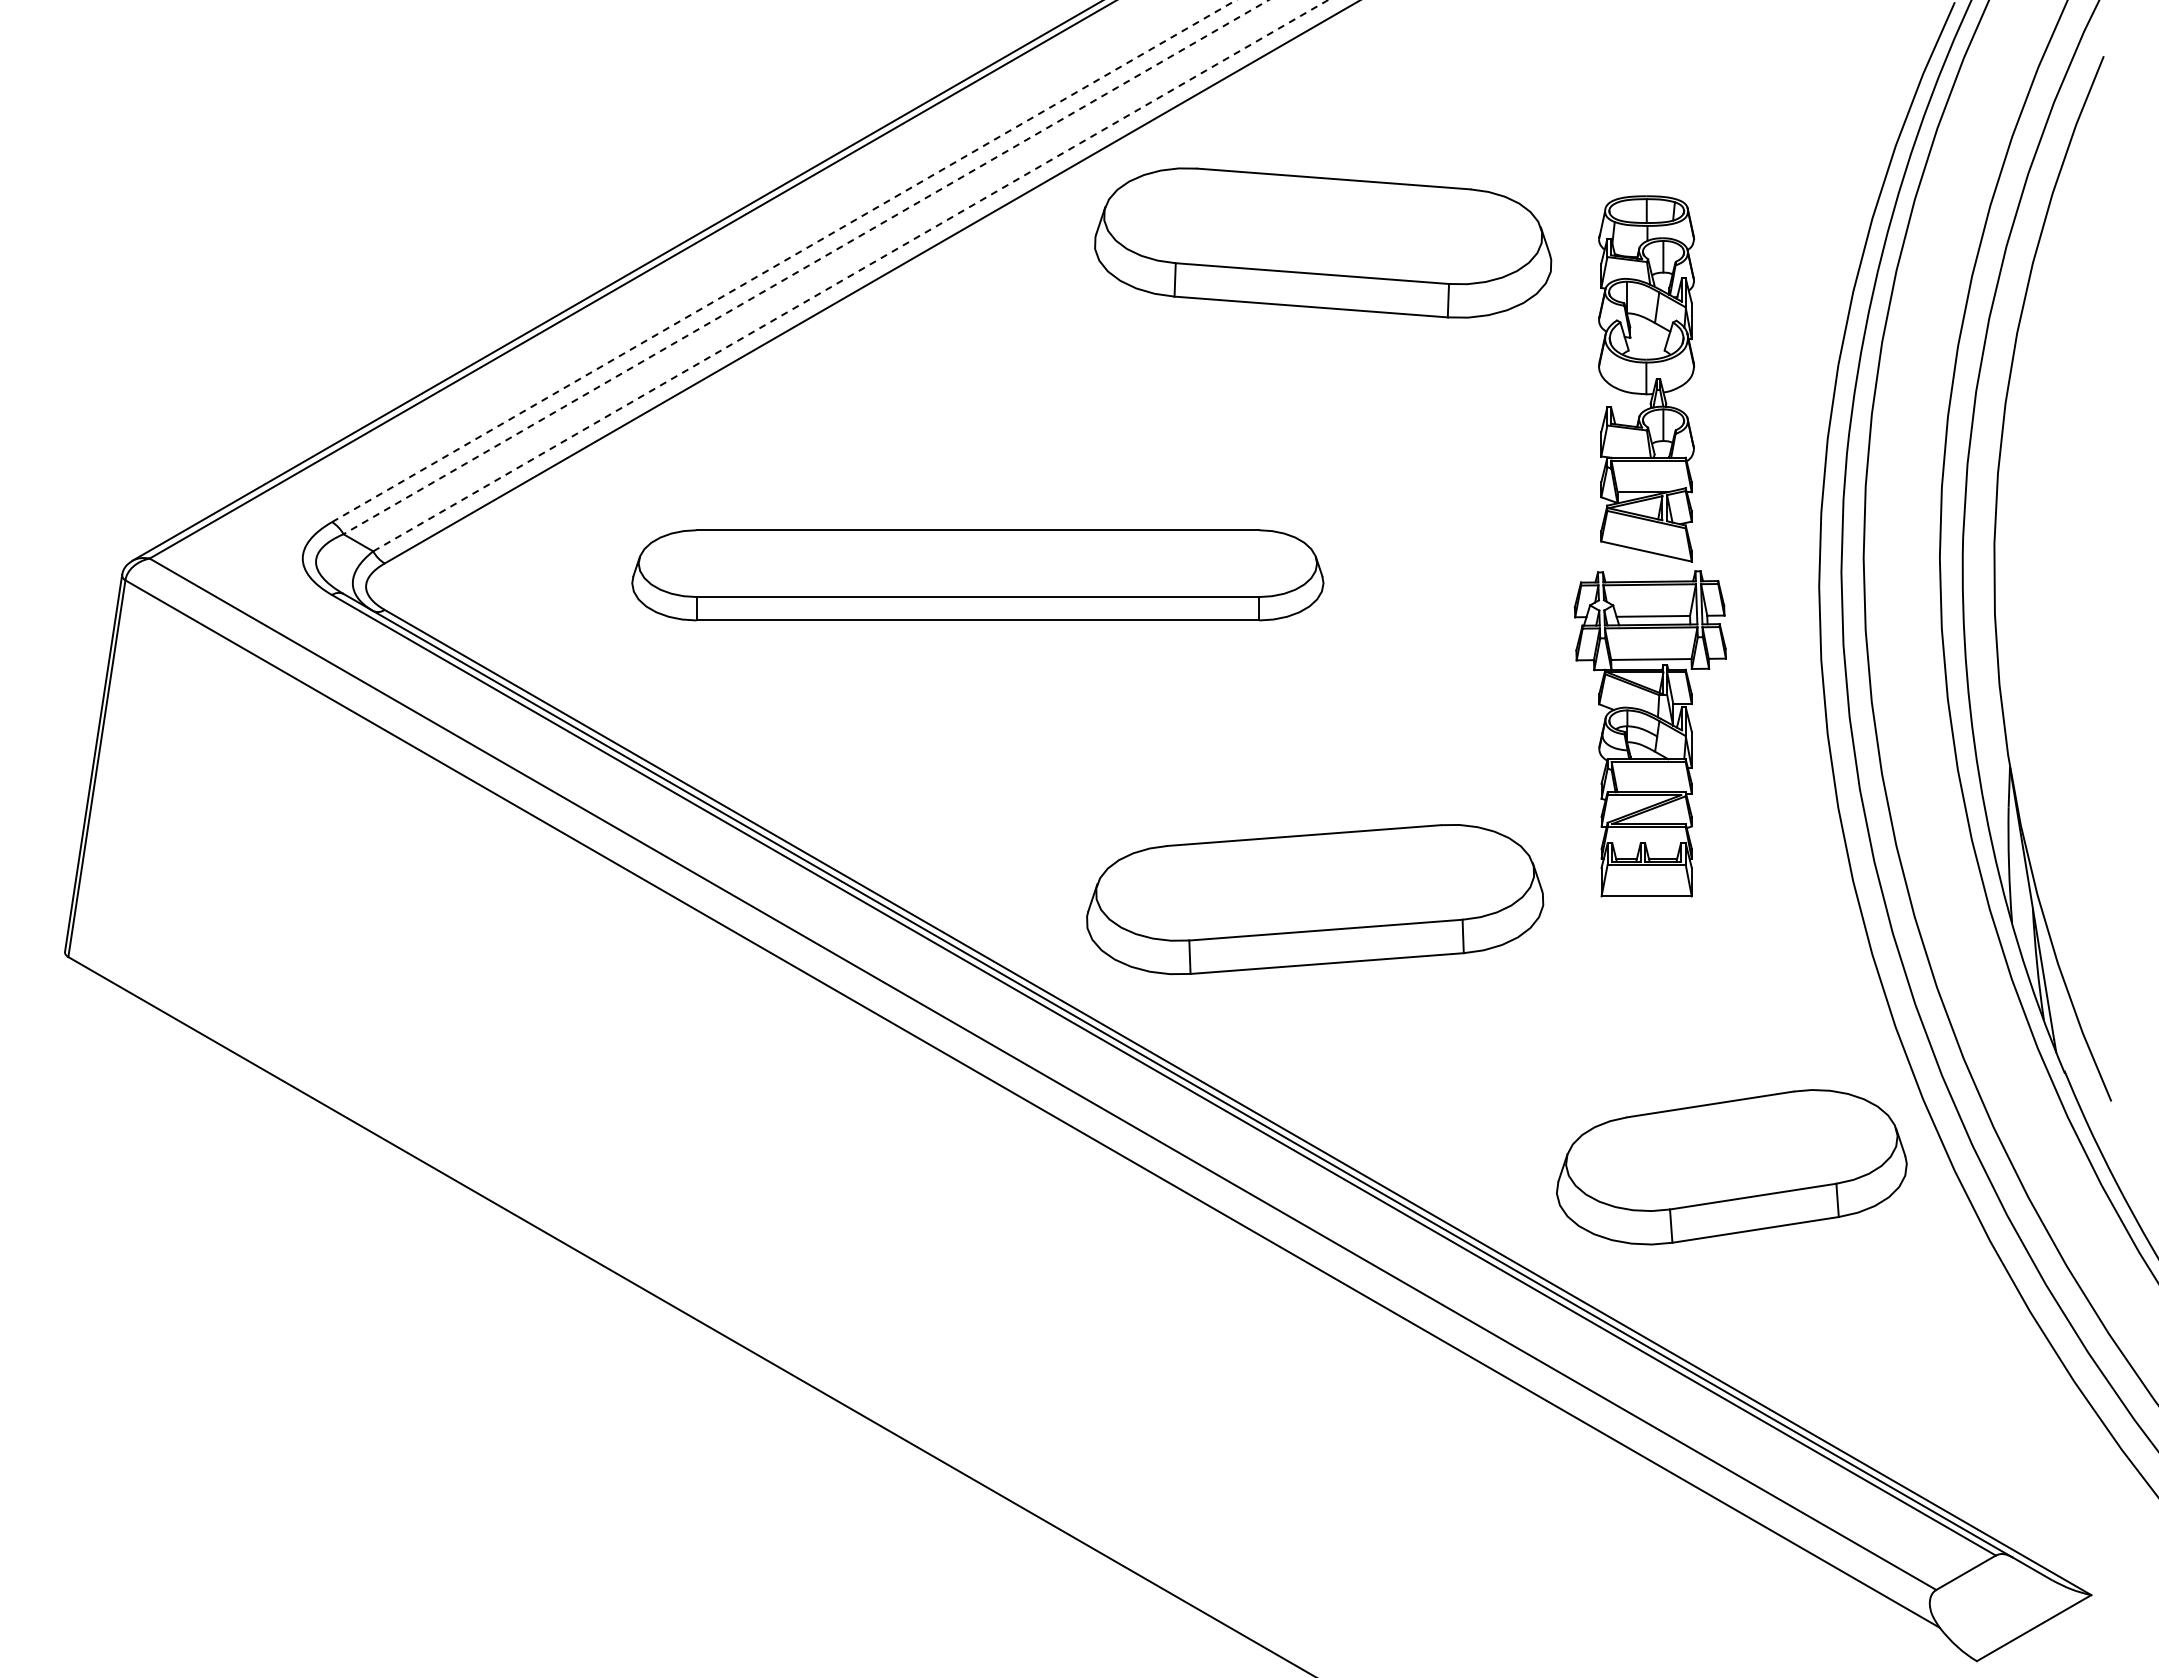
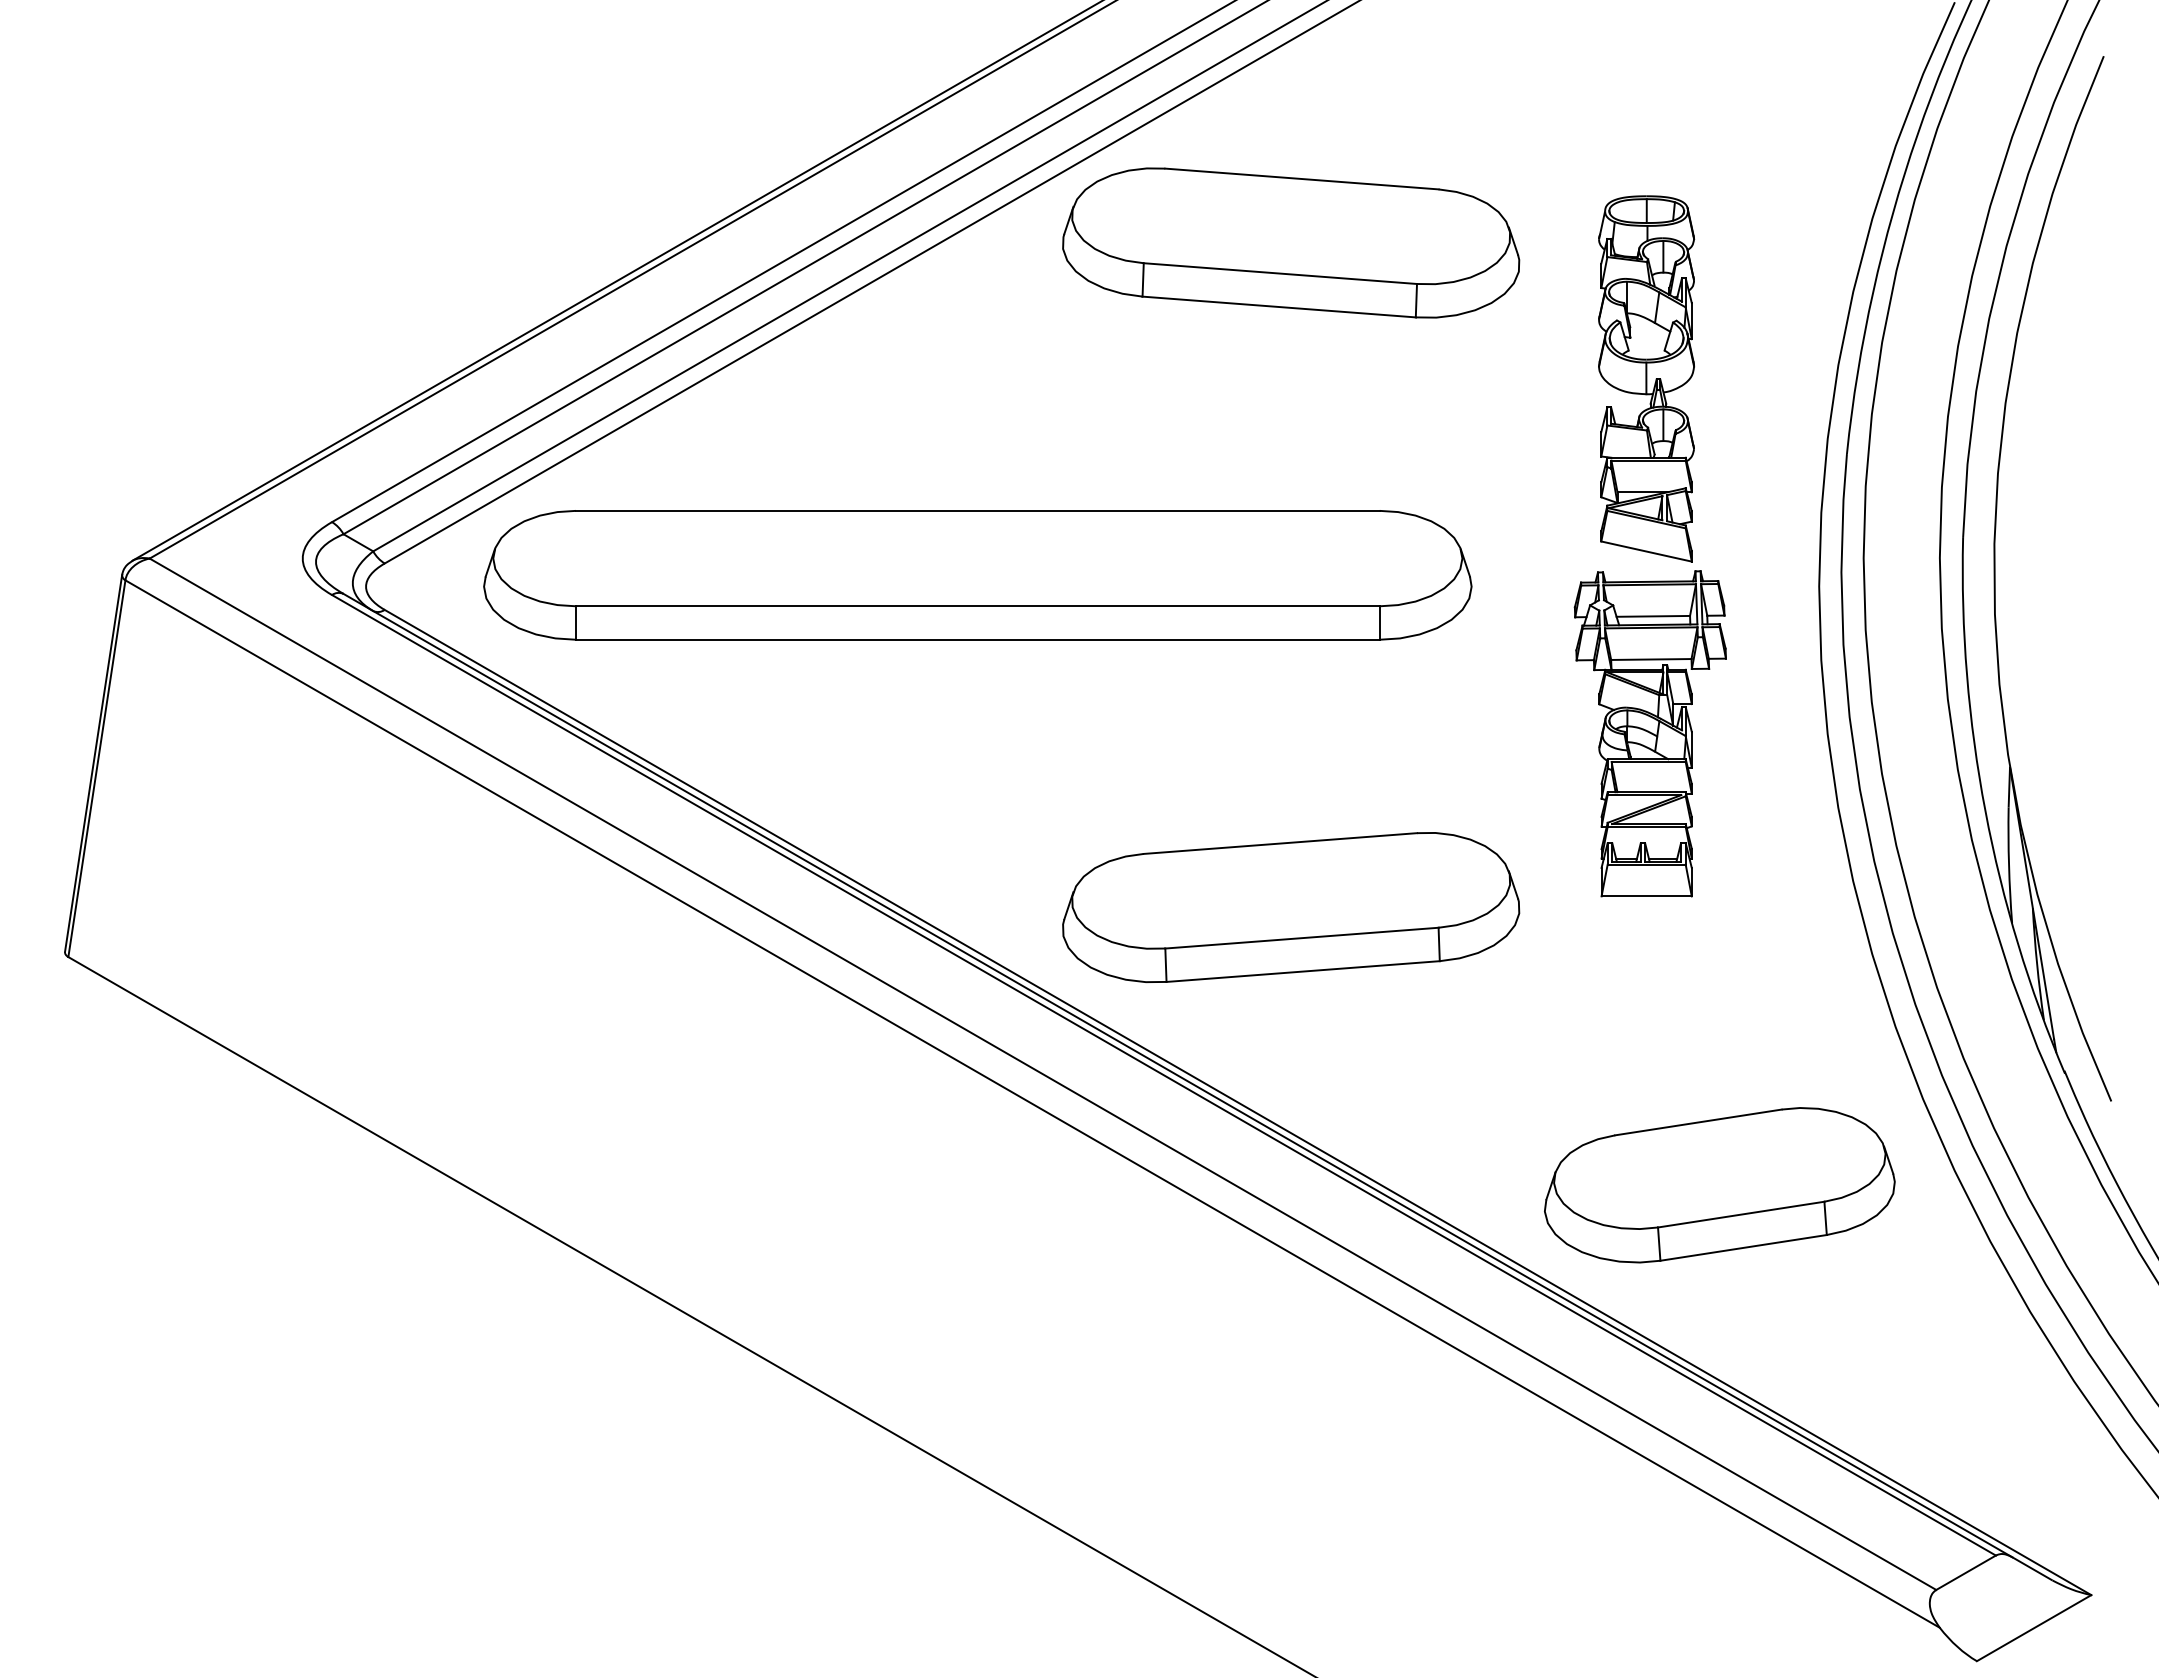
part at (1323, 242) position: (1323, 242) -> (1291, 242)
line at (783, 261): dashed -> solid
line at (806, 267): dashed -> solid
line at (851, 275): dashed -> solid
part at (977, 575) size: 694x93 px -> 990x131 px
part at (1315, 899) position: (1315, 899) -> (1291, 907)
part at (1731, 1167) position: (1731, 1167) -> (1719, 1185)
